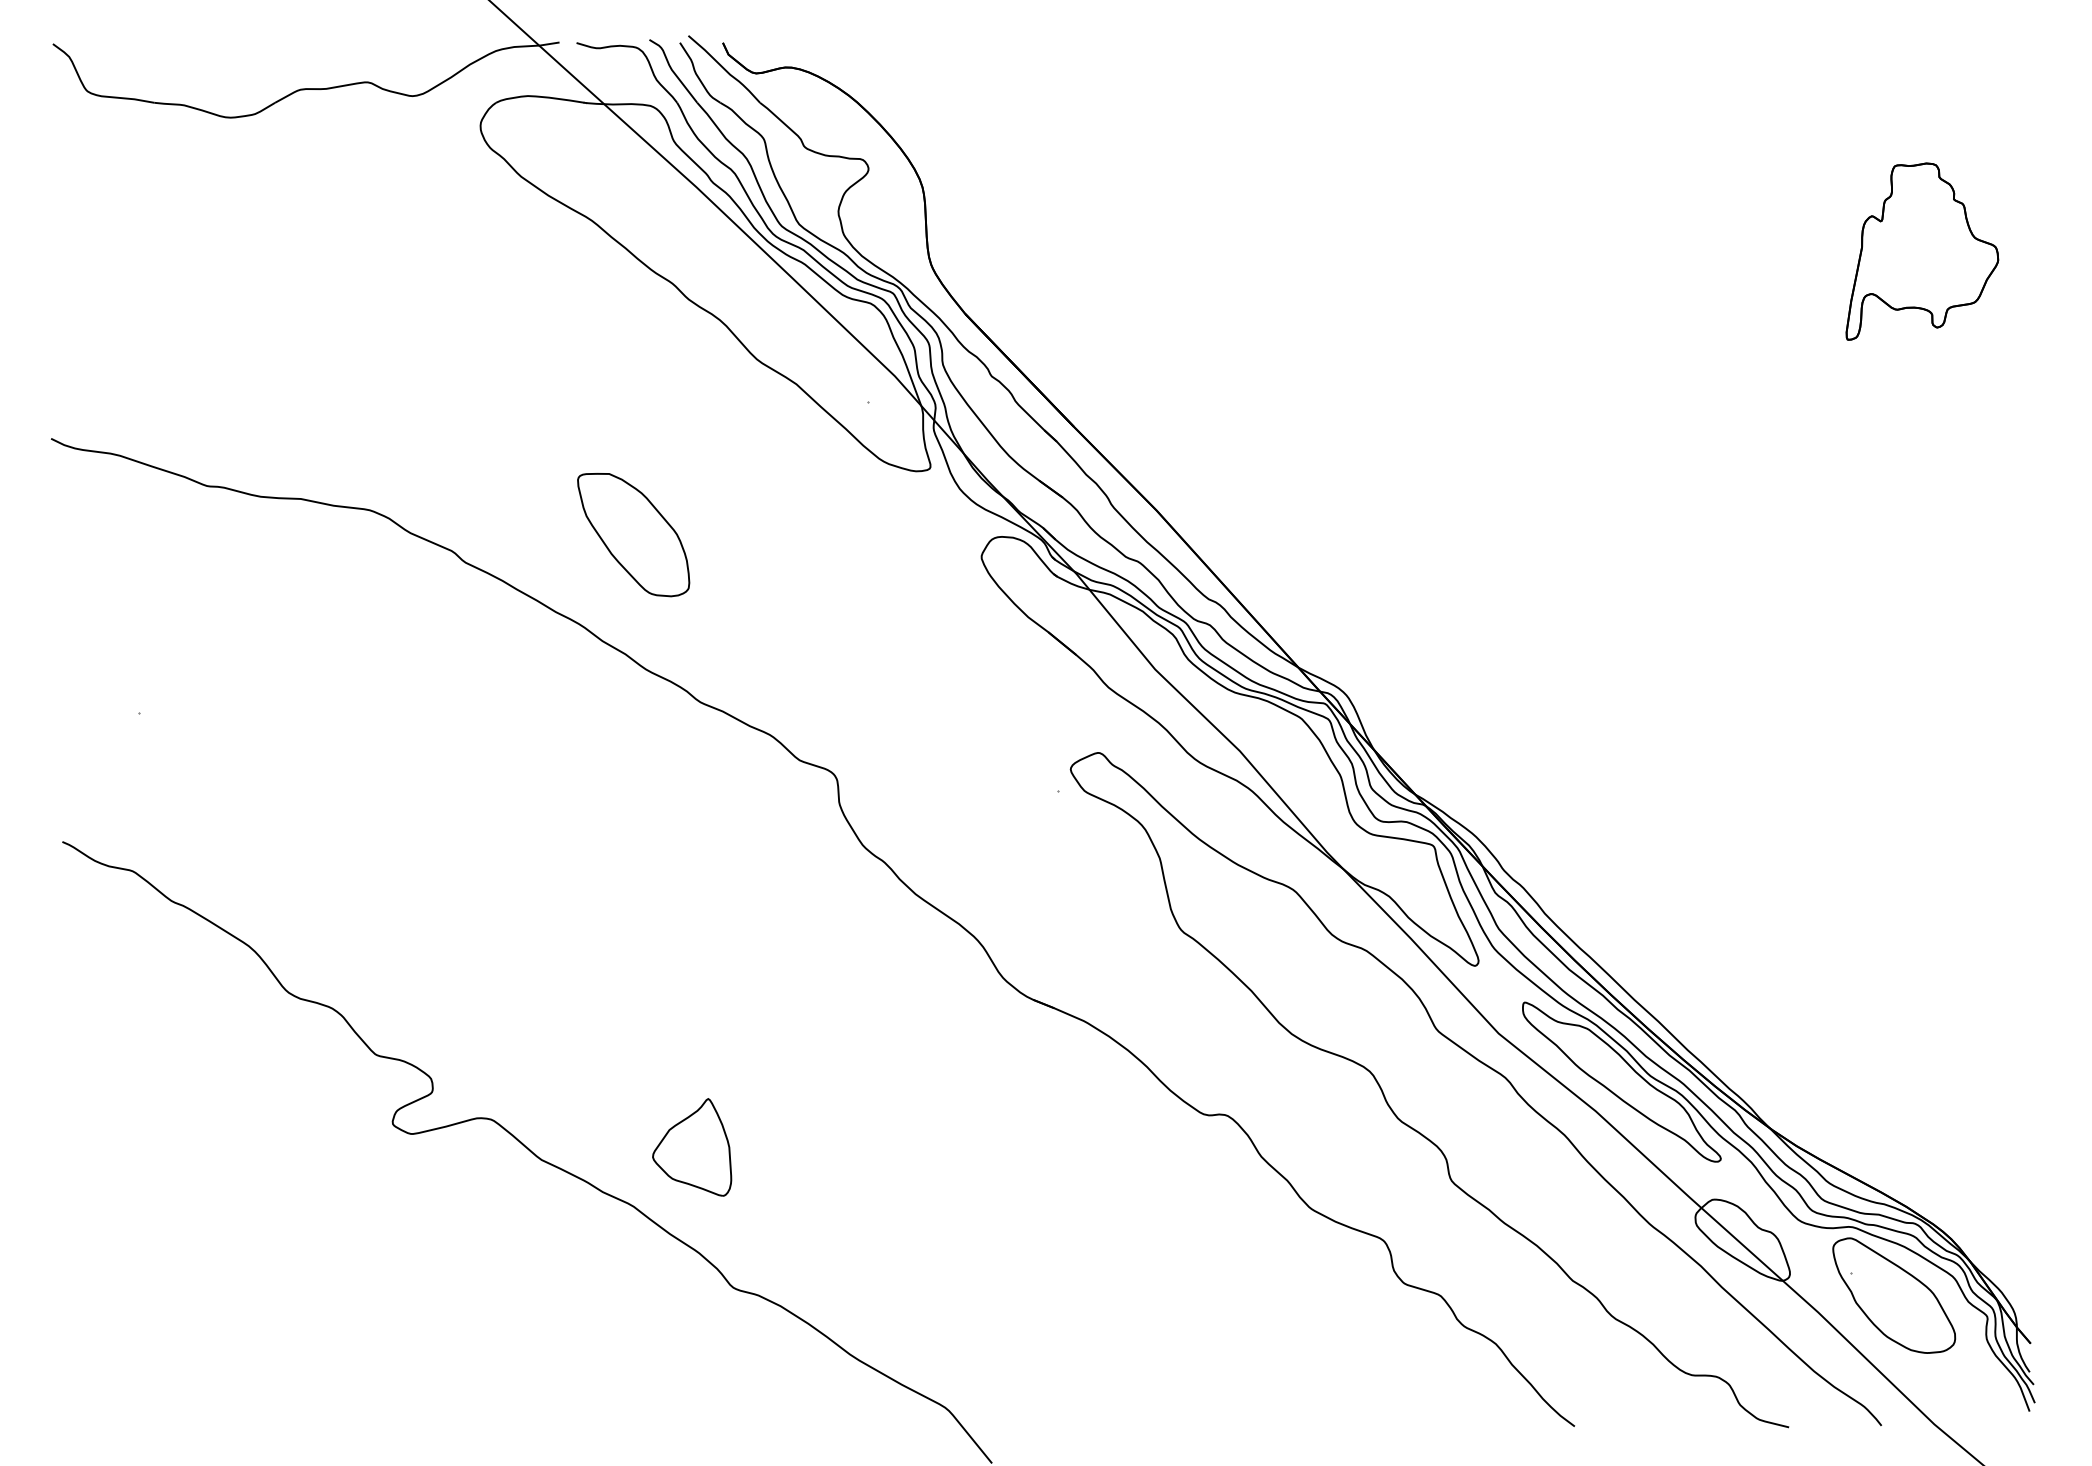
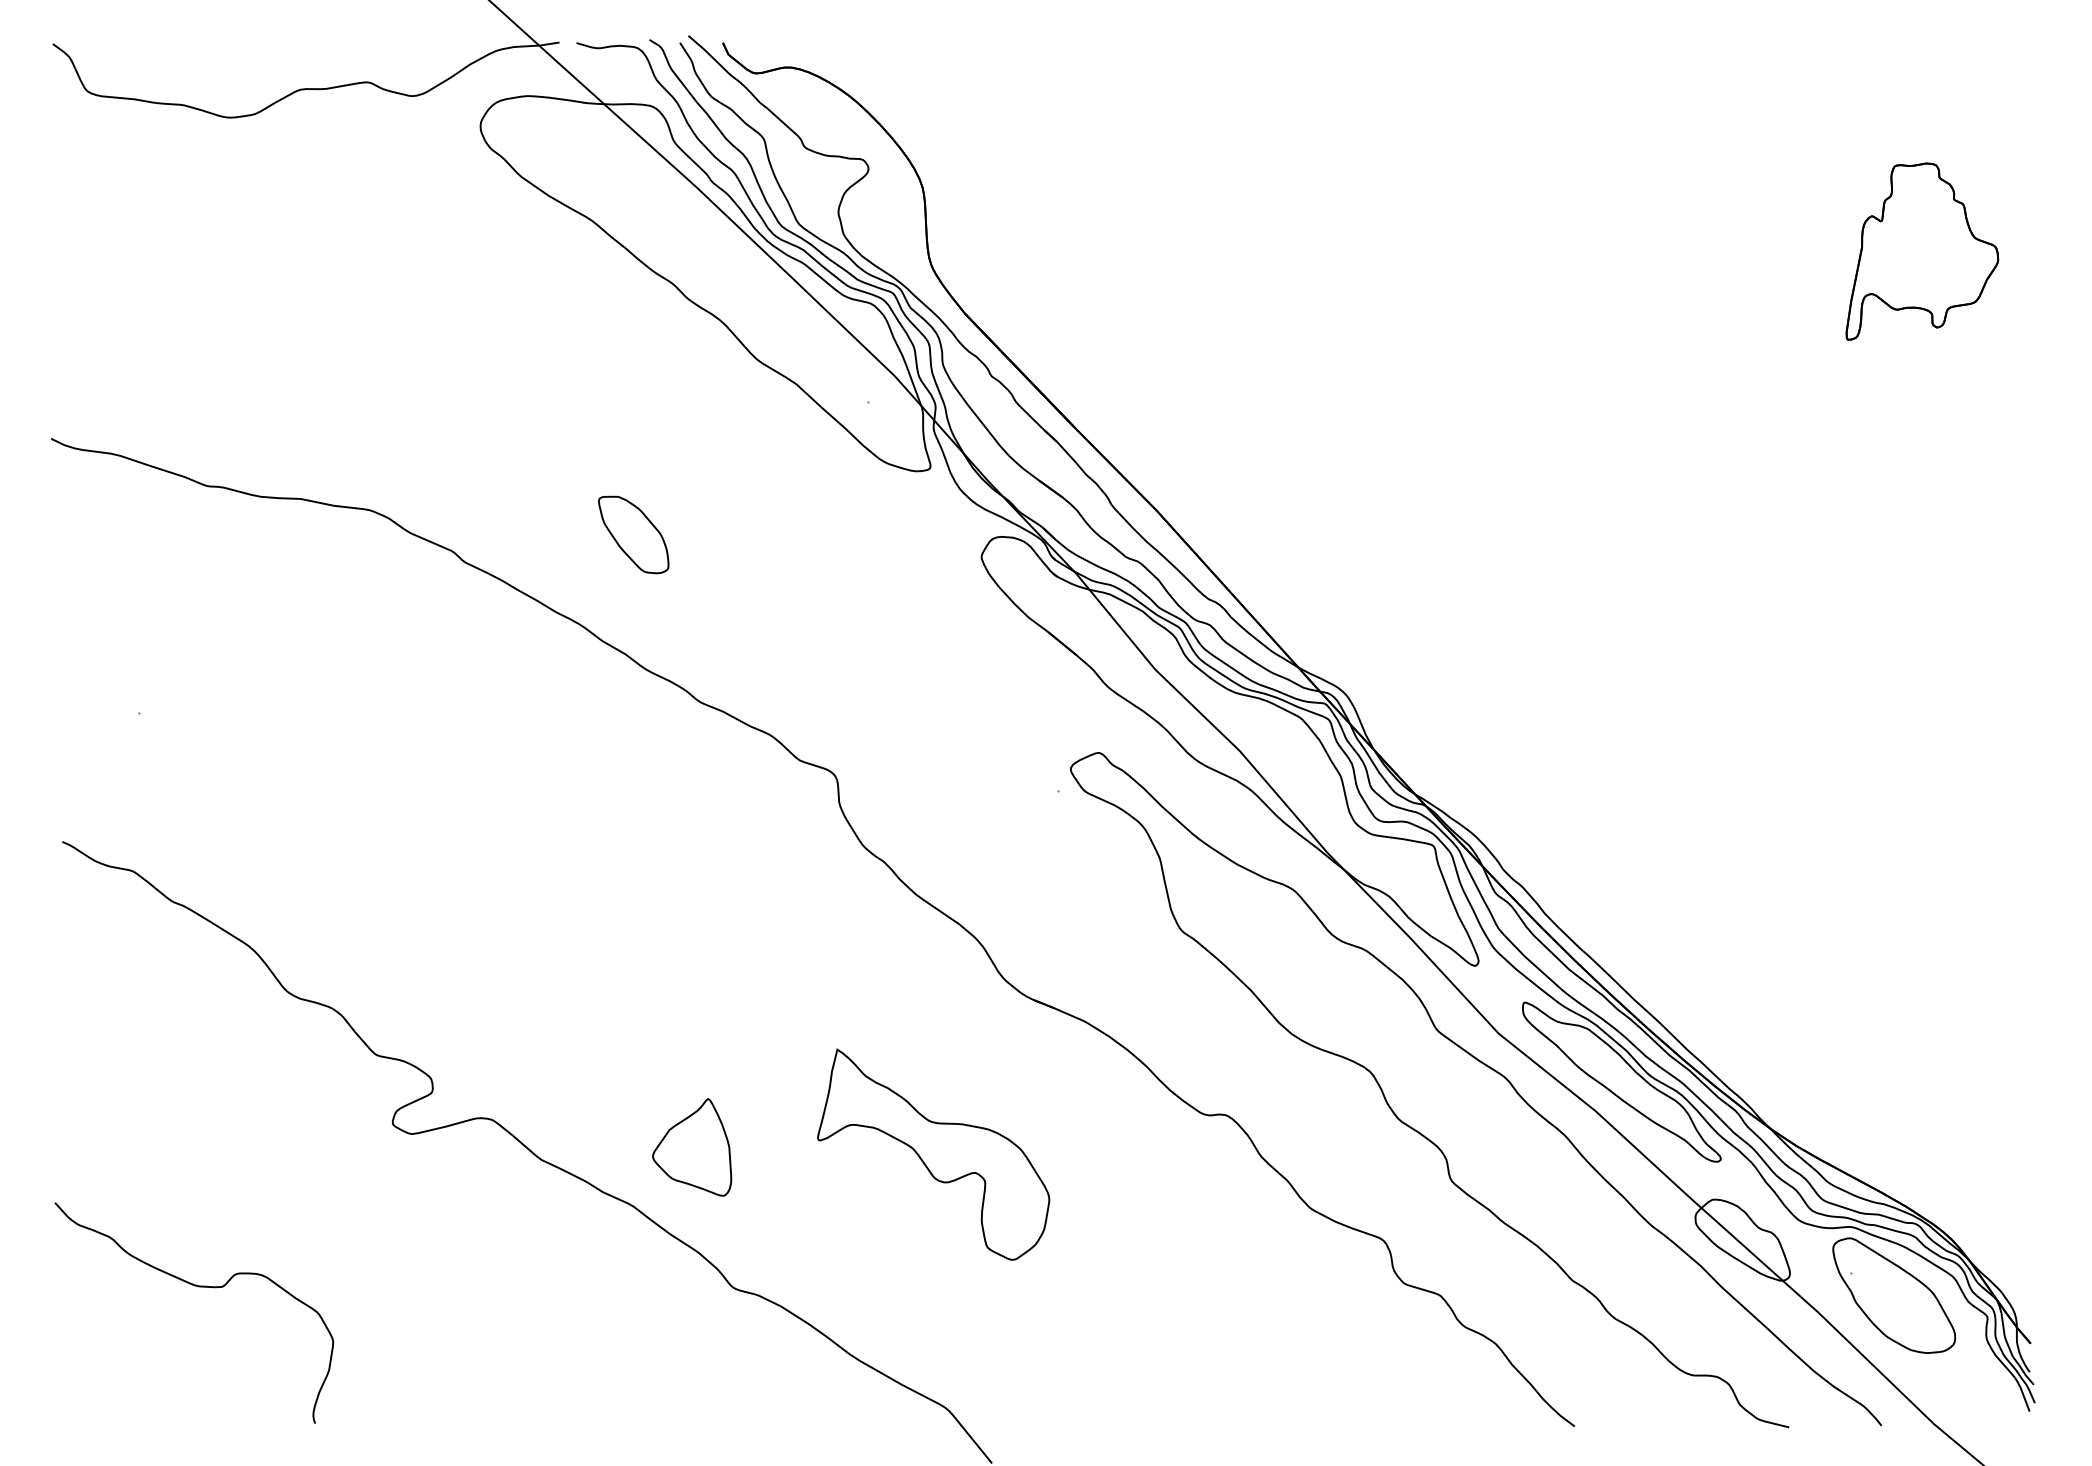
part at (633, 535) size: 114x125 px -> 72x80 px
part at (933, 1154): none -> present
curve at (198, 1287): none -> present
